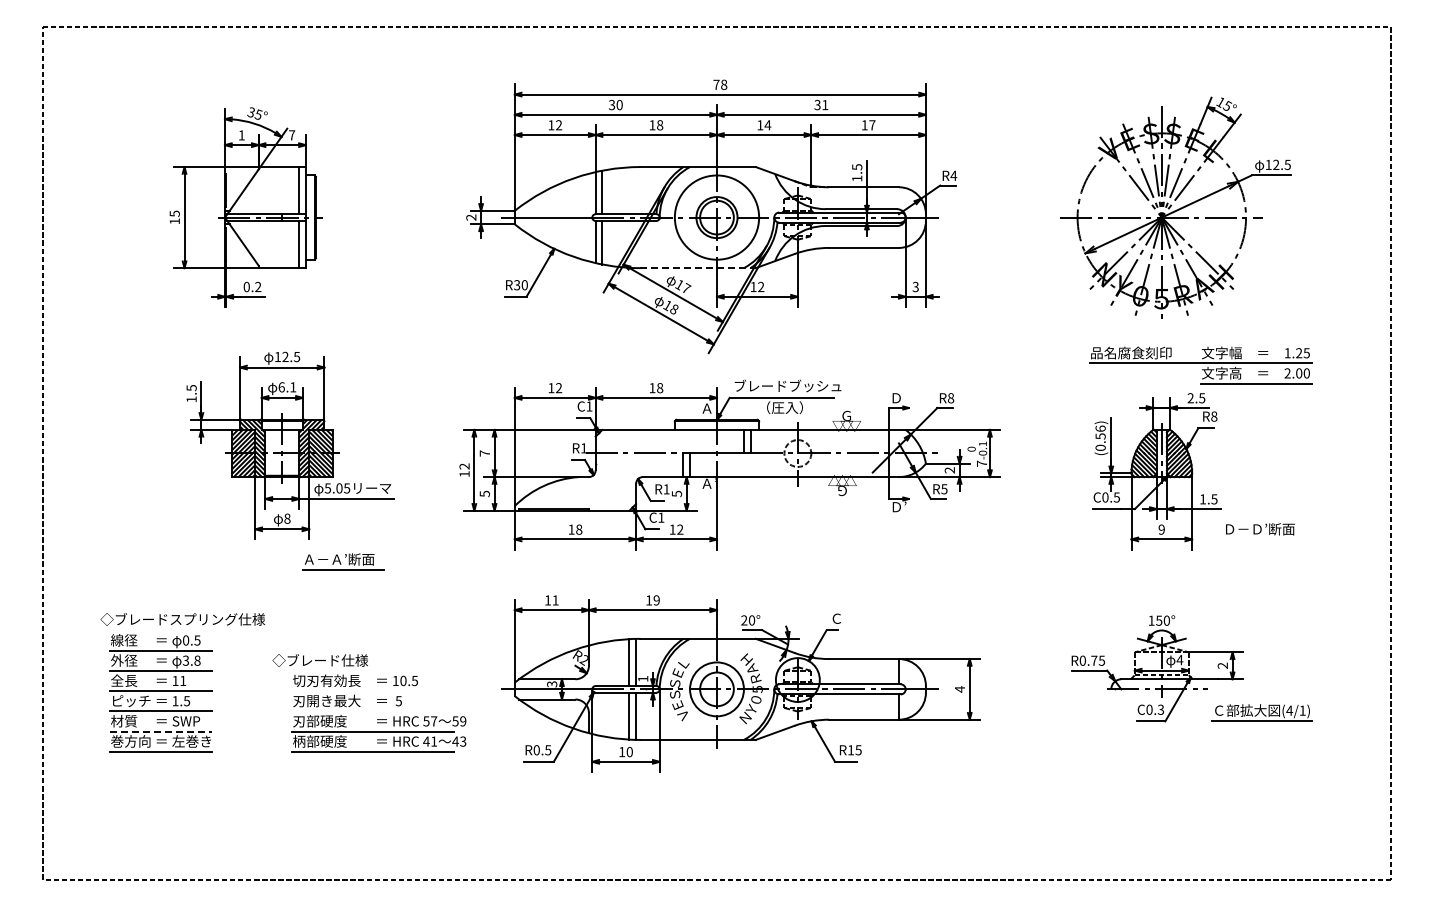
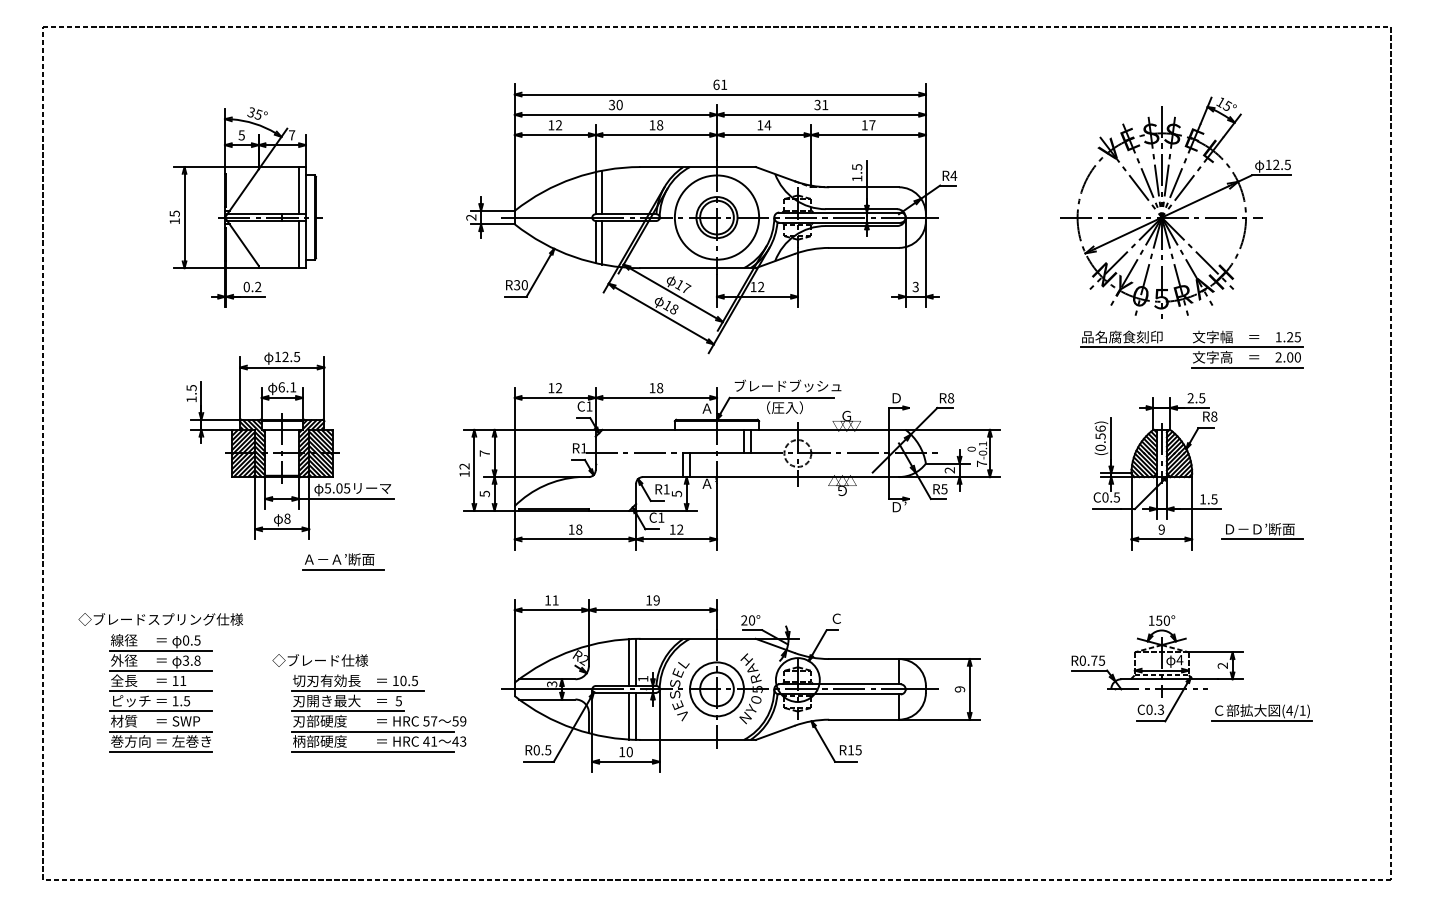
text at (720, 84): 78 -> 61
text at (241, 135): 1 -> 5
line at (698, 268): dashed -> solid
part at (1200, 365) position: (1200, 365) -> (1191, 349)
line at (1262, 539): none -> present
text at (182, 619) position: (182, 619) -> (160, 619)
text at (959, 689): 4 -> 9
line at (357, 691): none -> present
line at (347, 711): none -> present
line at (160, 731): dashed -> solid
